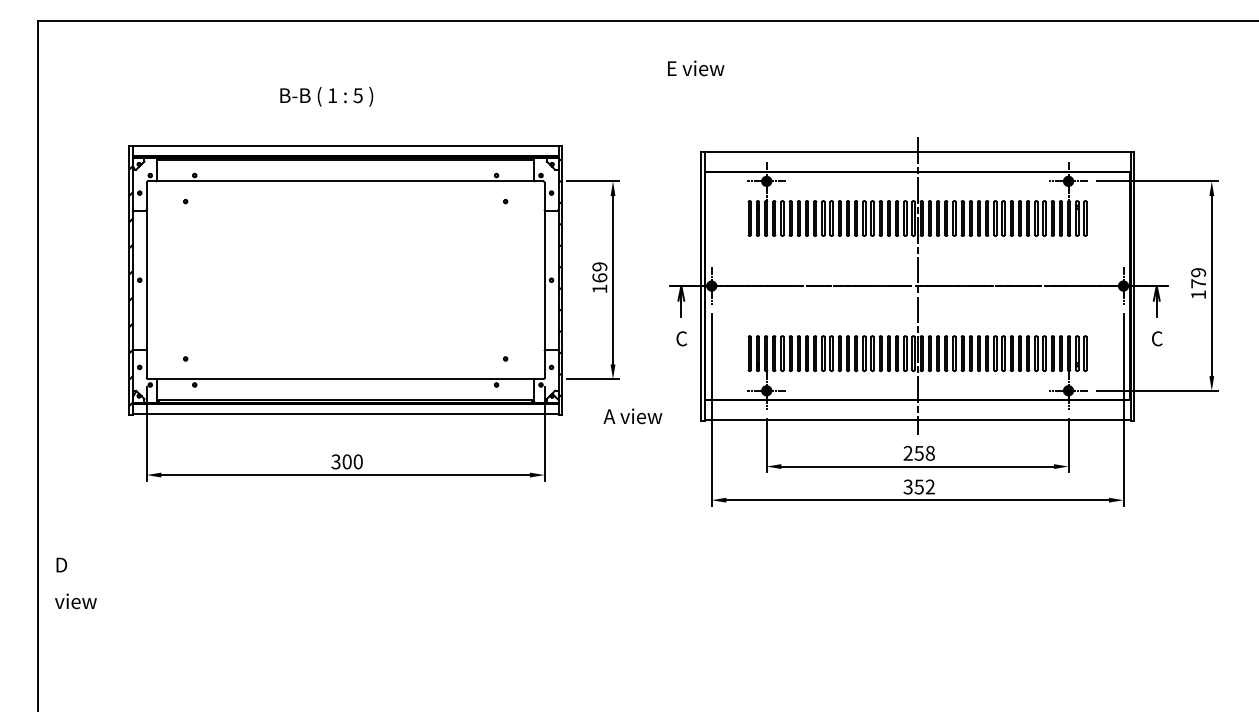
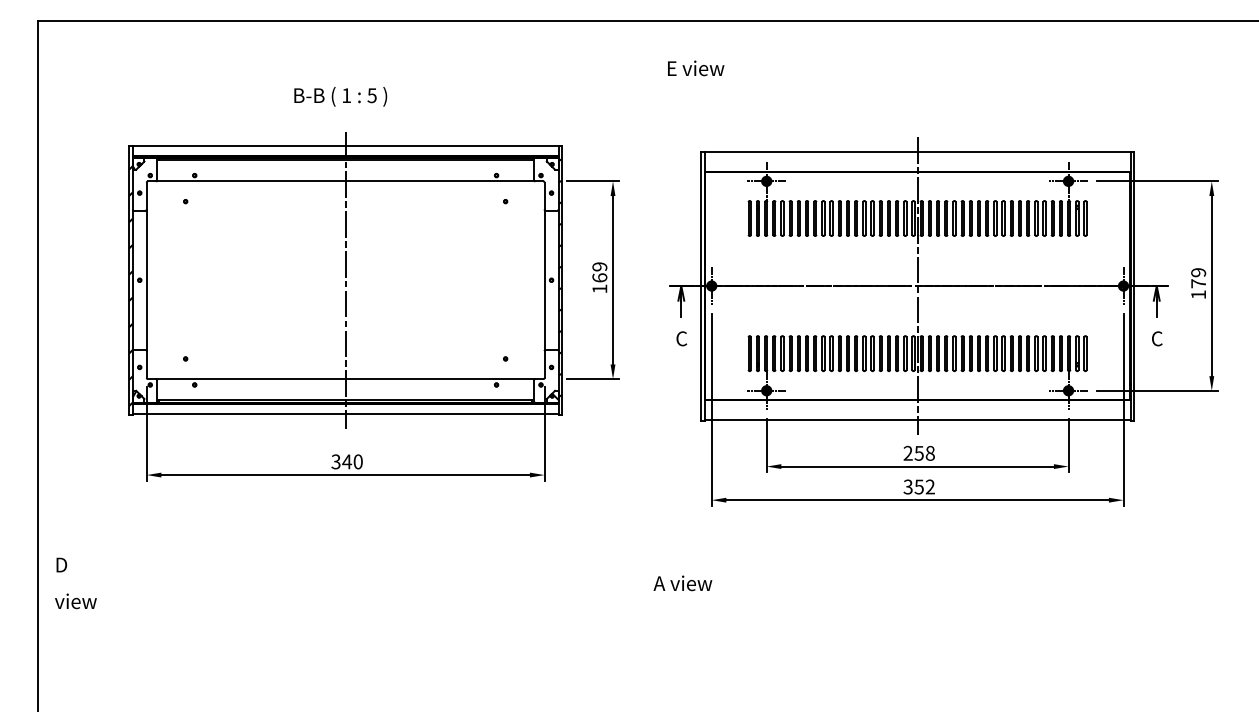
text at (326, 96) position: (326, 96) -> (340, 96)
line at (345, 279): none -> present
text at (632, 416) position: (632, 416) -> (682, 583)
text at (347, 461): 300 -> 340
